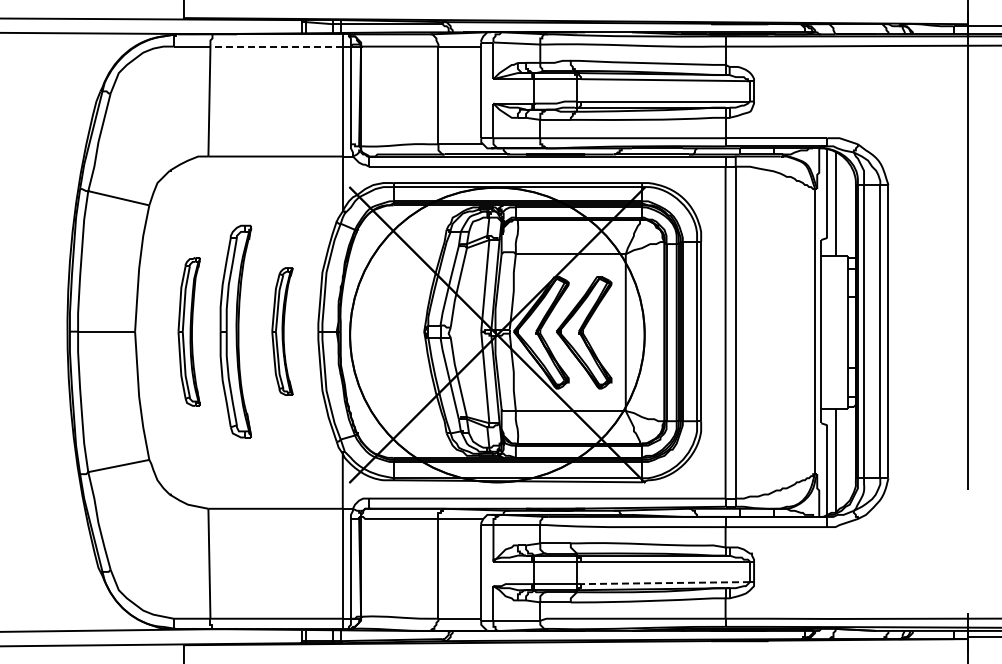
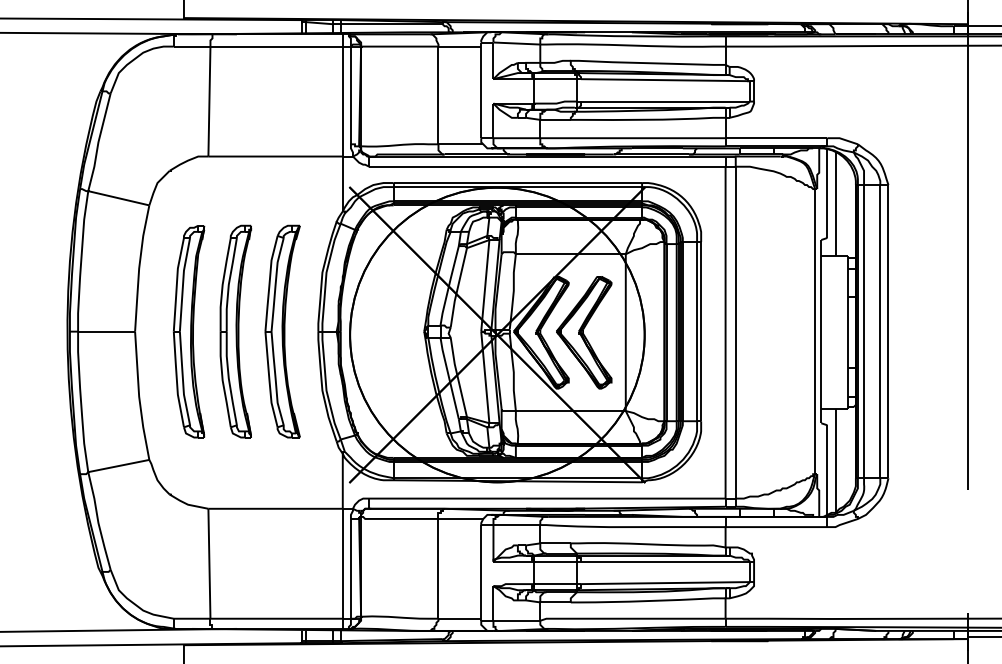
line at (276, 46): dashed -> solid
part at (188, 331) size: 24x150 px -> 33x214 px
part at (282, 331) size: 23x129 px -> 37x215 px
line at (665, 583): dashed -> solid
